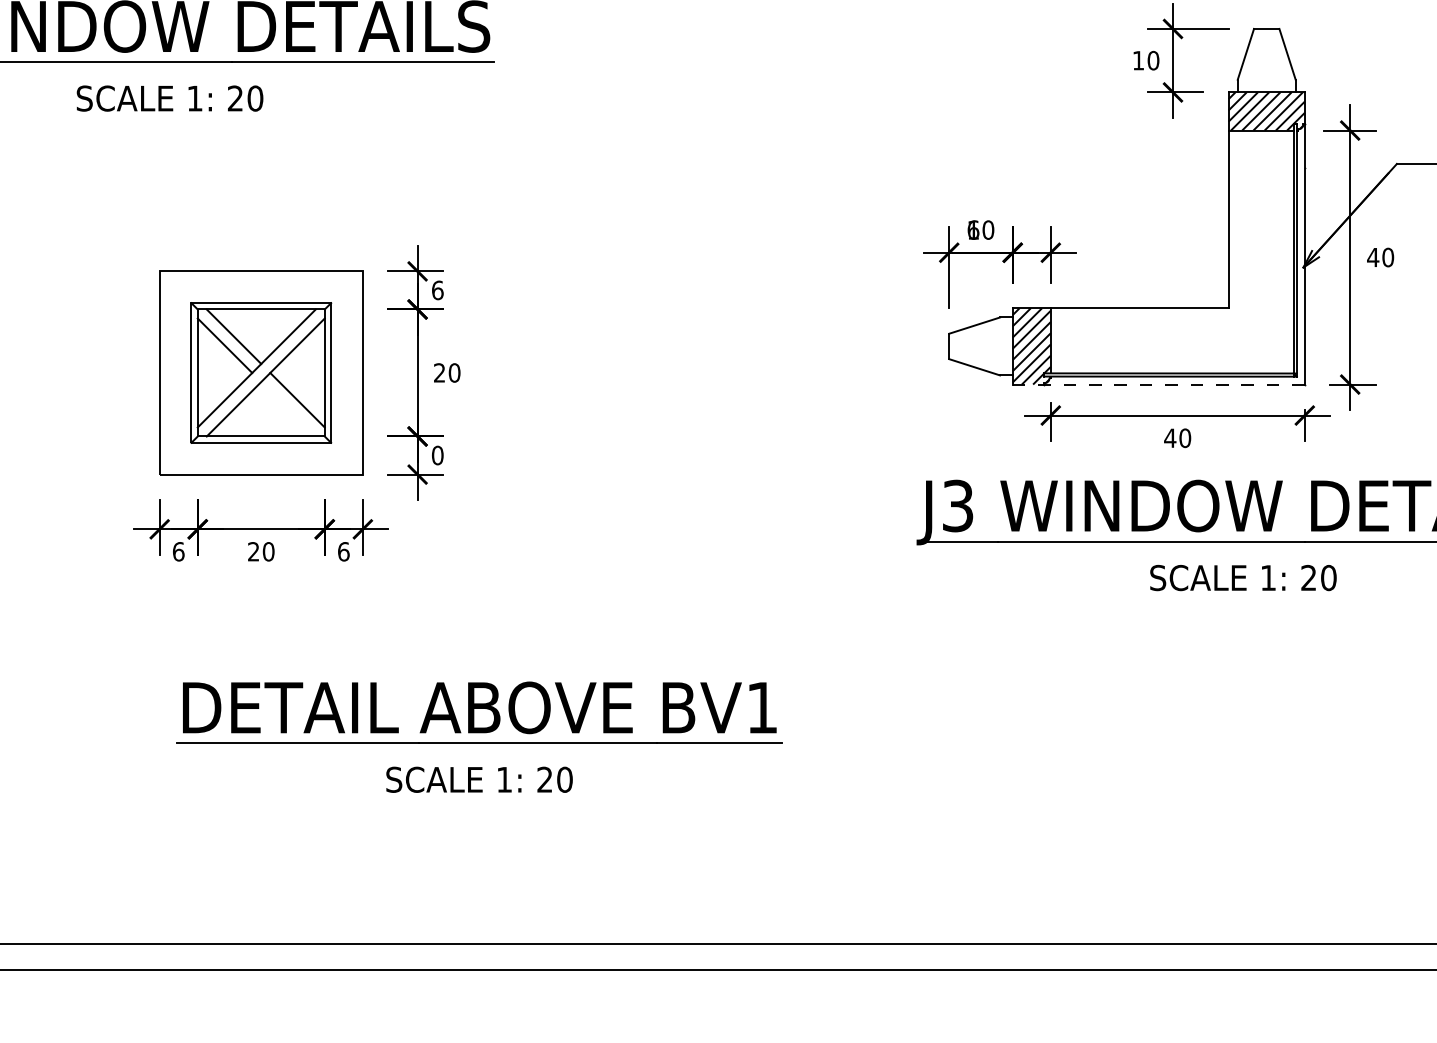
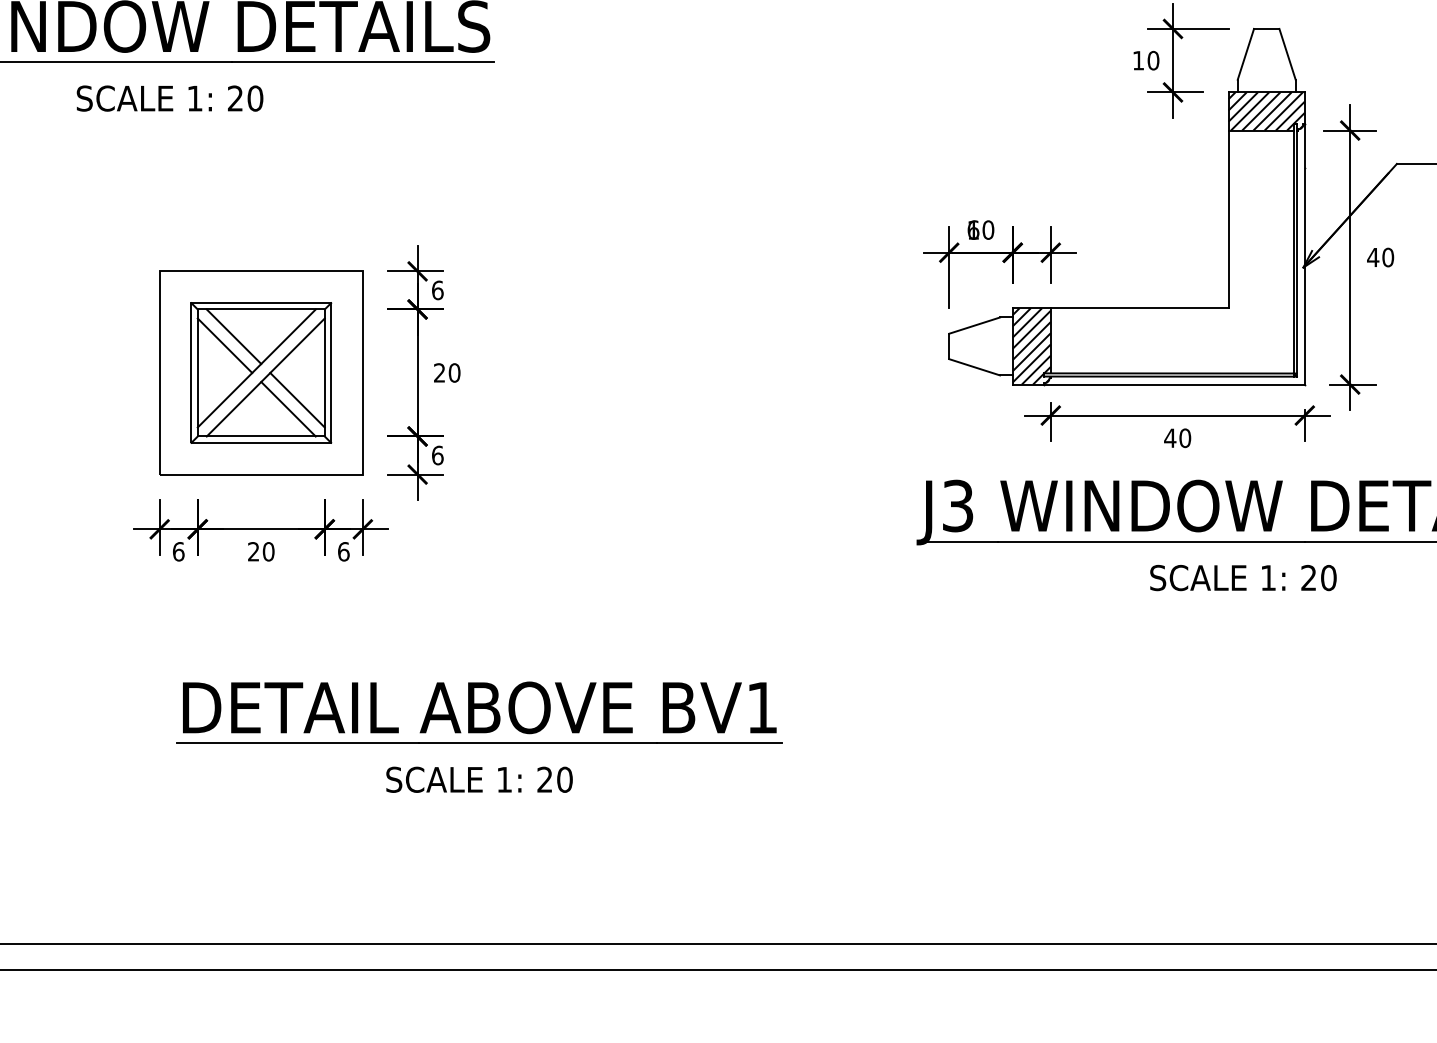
line at (1159, 384): dashed -> solid
line at (288, 409): none -> present
text at (437, 455): 0 -> 6
